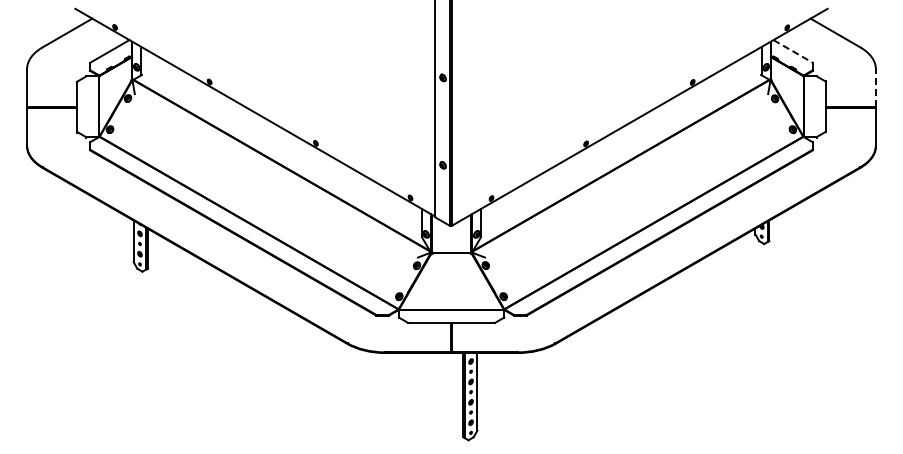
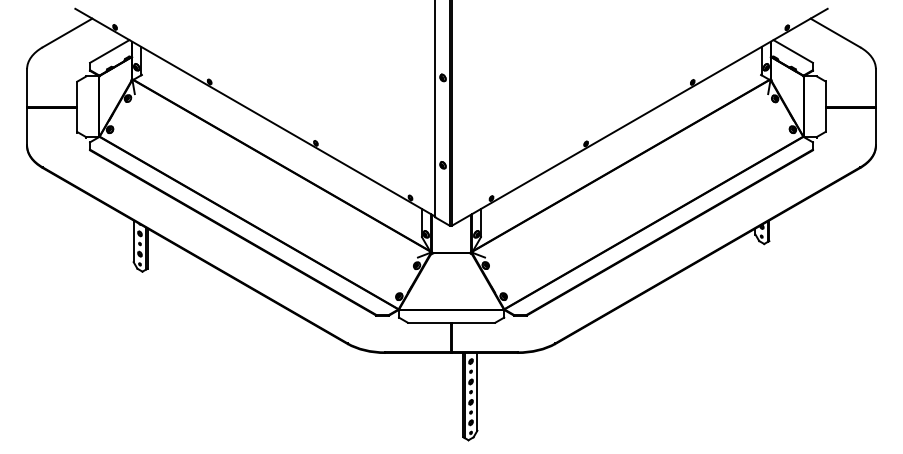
line at (793, 51): dashed -> solid
line at (875, 87): dashed -> solid
